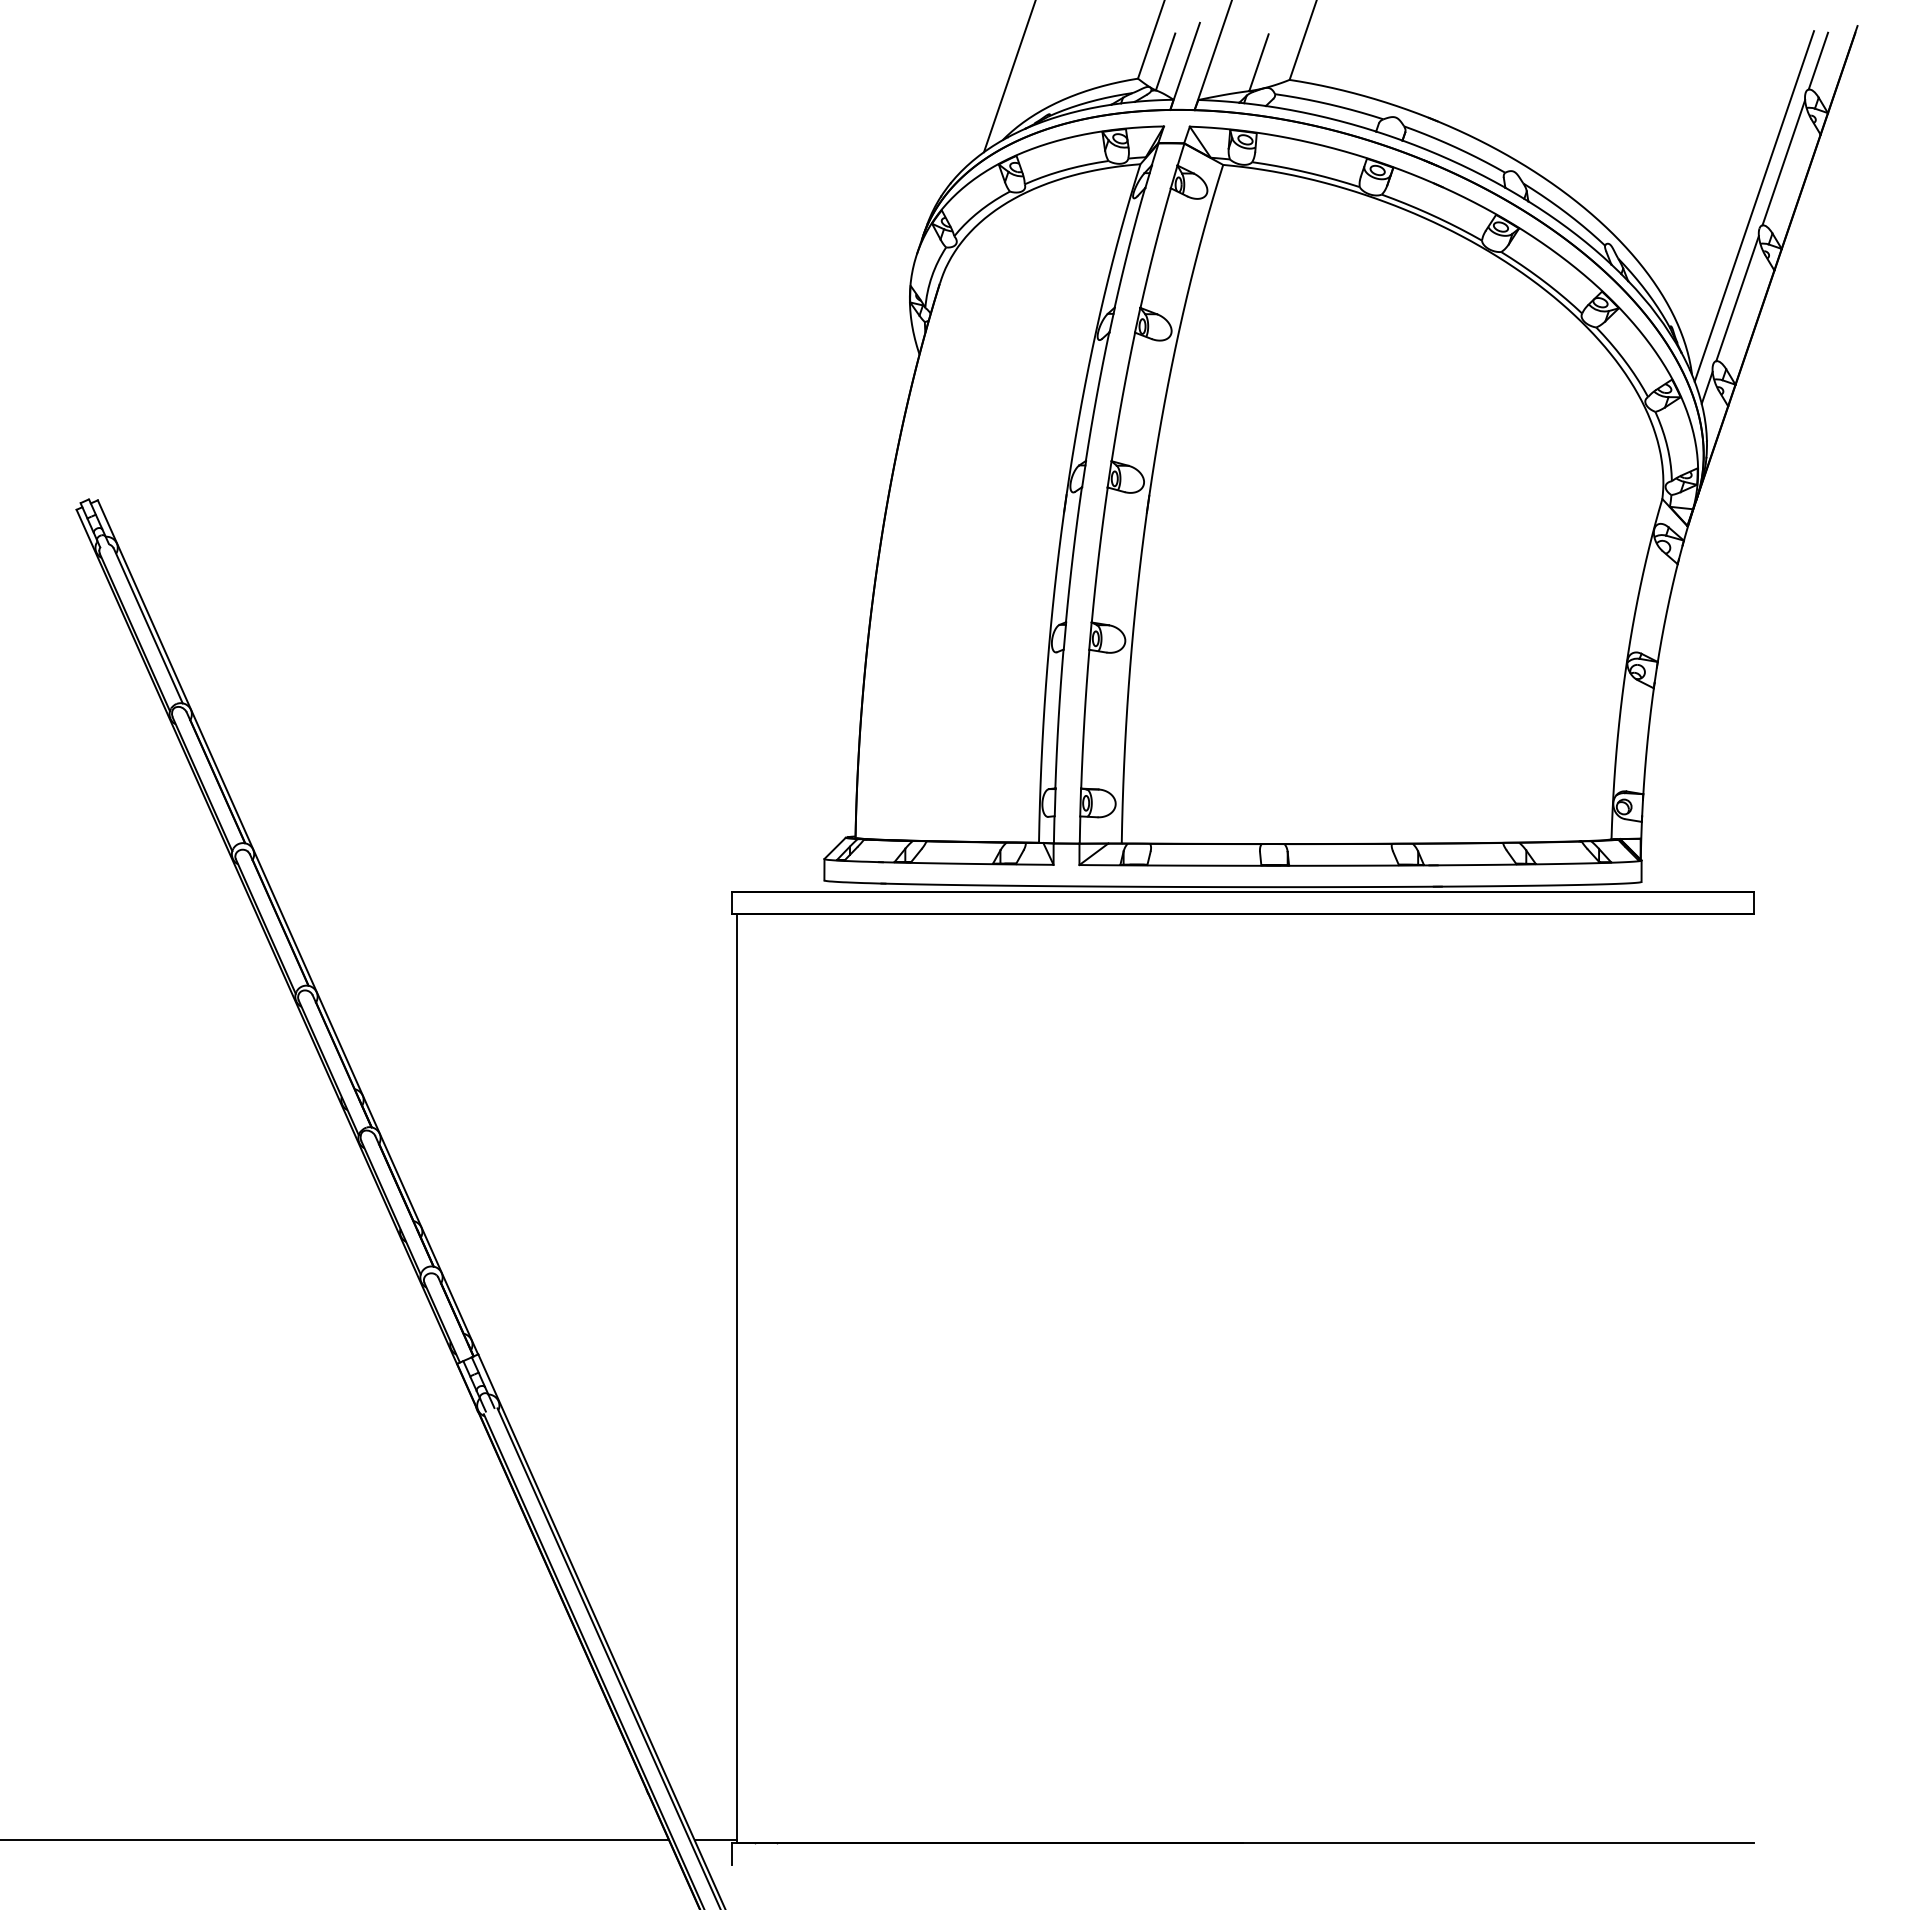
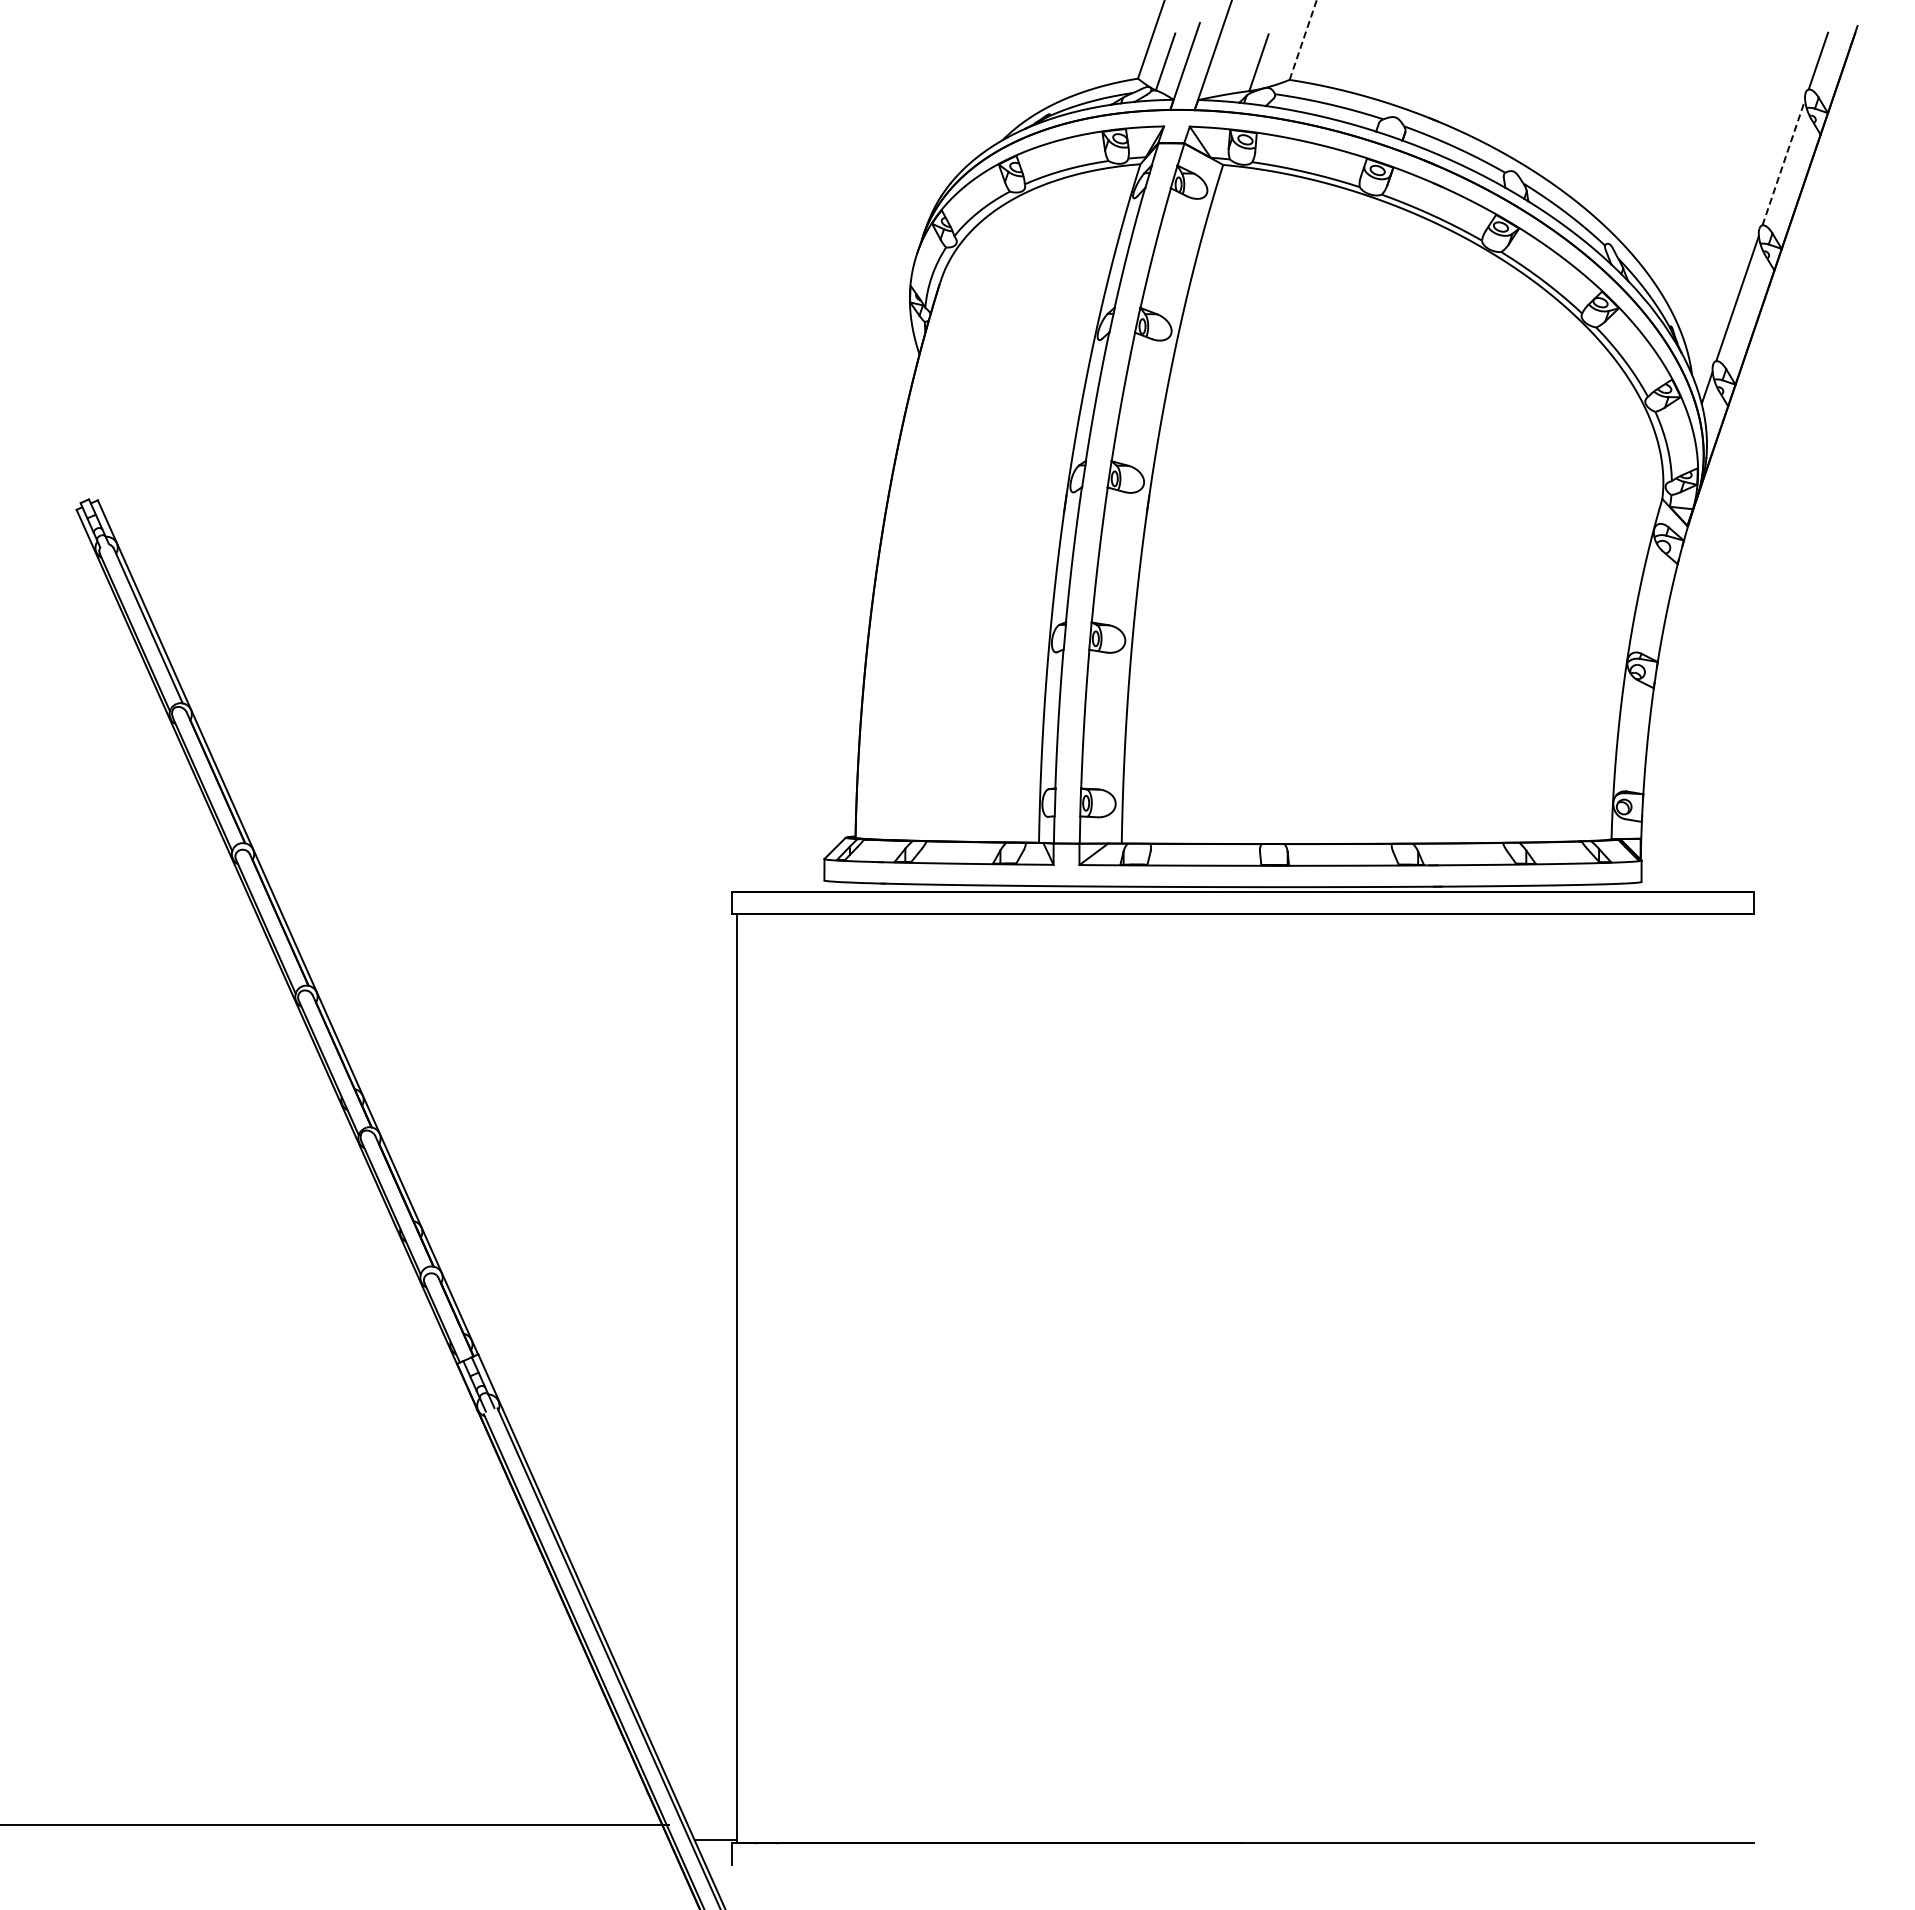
line at (1303, 40): solid -> dashed
line at (1009, 77): present -> none
line at (1783, 162): solid -> dashed
line at (1754, 206): present -> none
line at (335, 1840) position: (335, 1840) -> (335, 1825)
